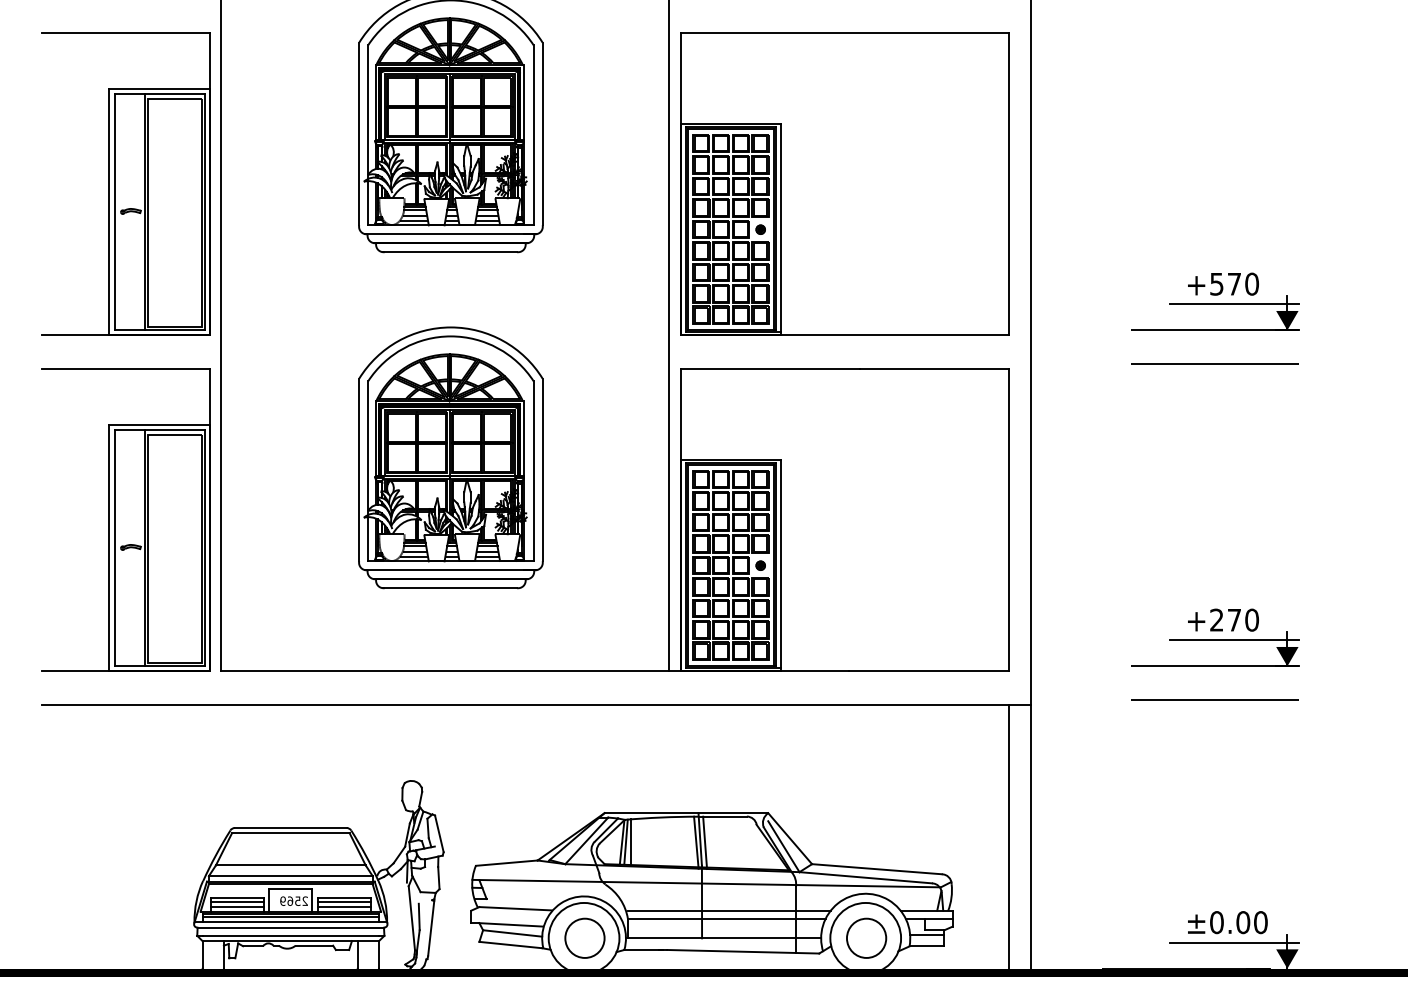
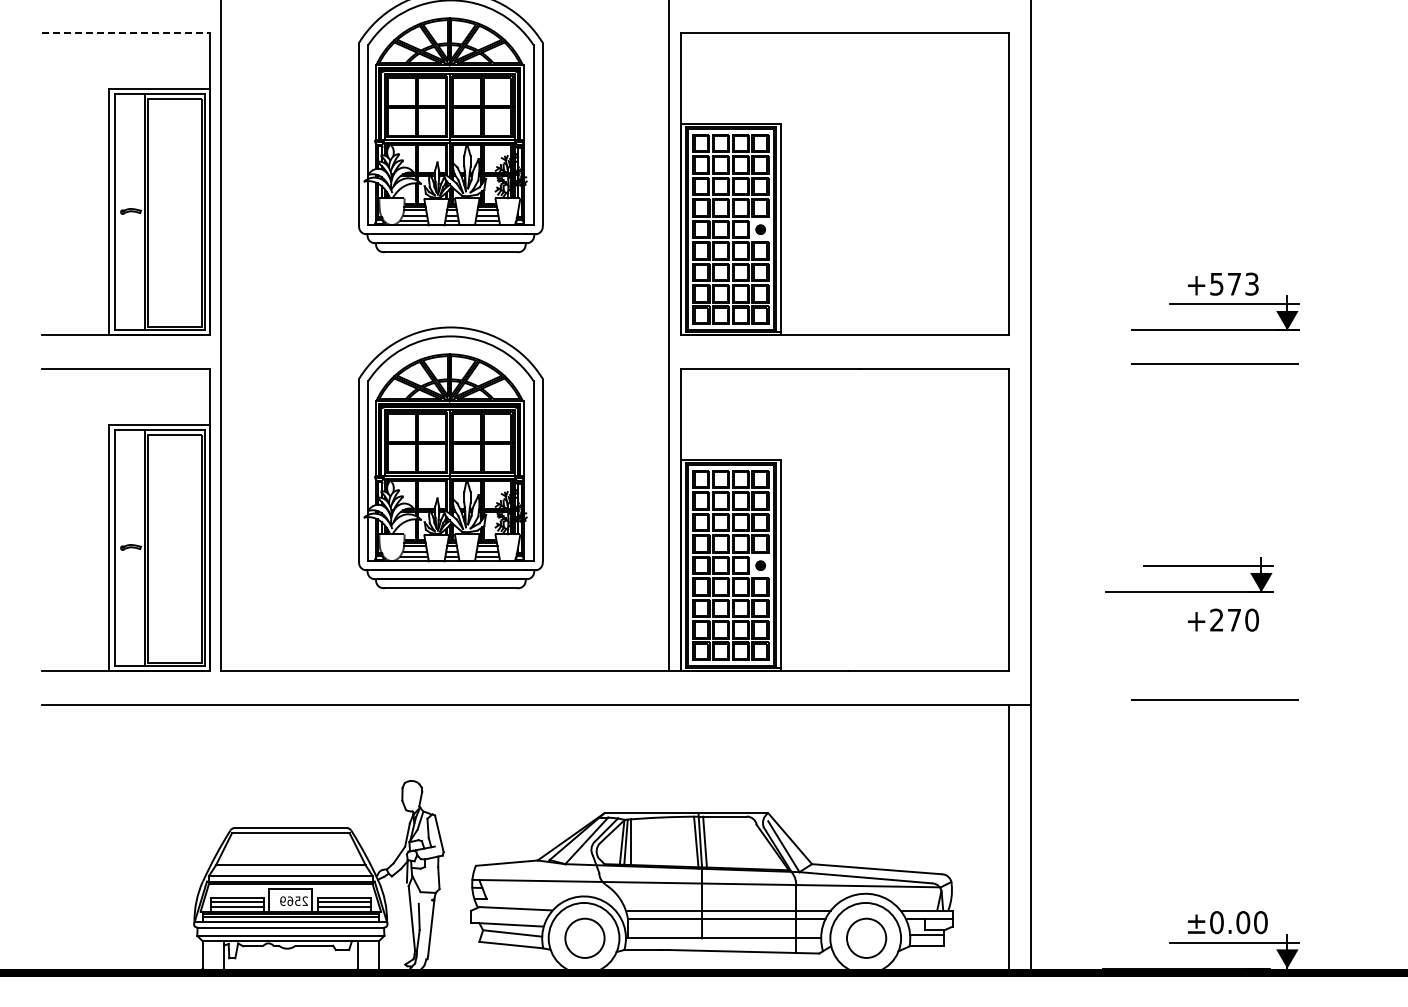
line at (126, 32): solid -> dashed
text at (1251, 283): +570 -> +573
part at (1215, 640) position: (1215, 640) -> (1189, 566)
